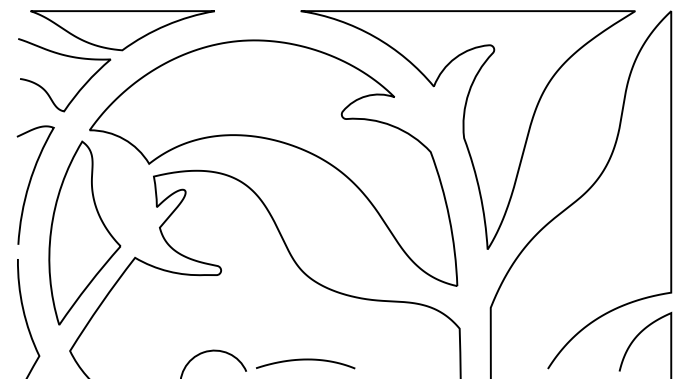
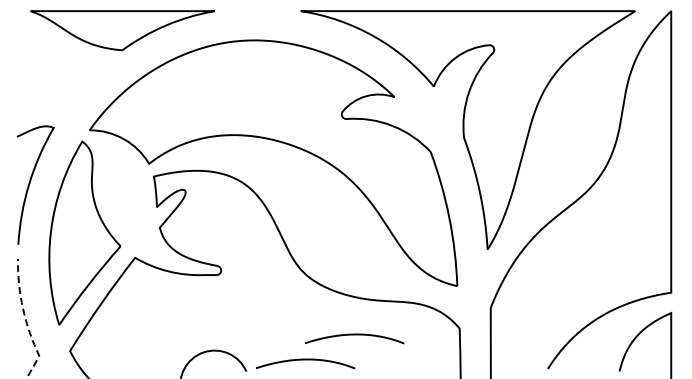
curve at (68, 57): present -> none
line at (26, 320): solid -> dashed
curve at (354, 335): none -> present
